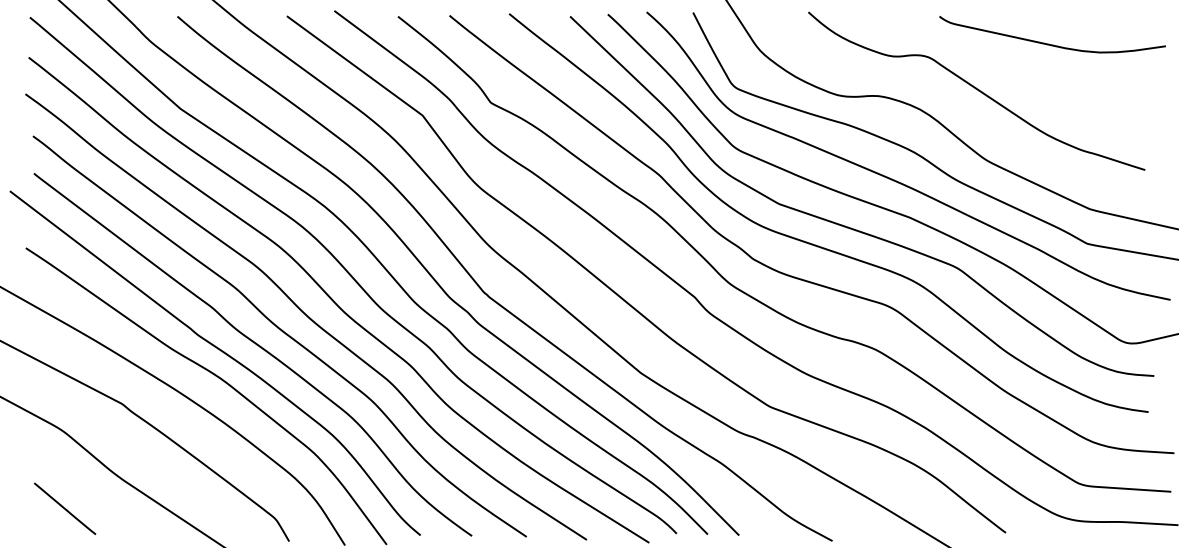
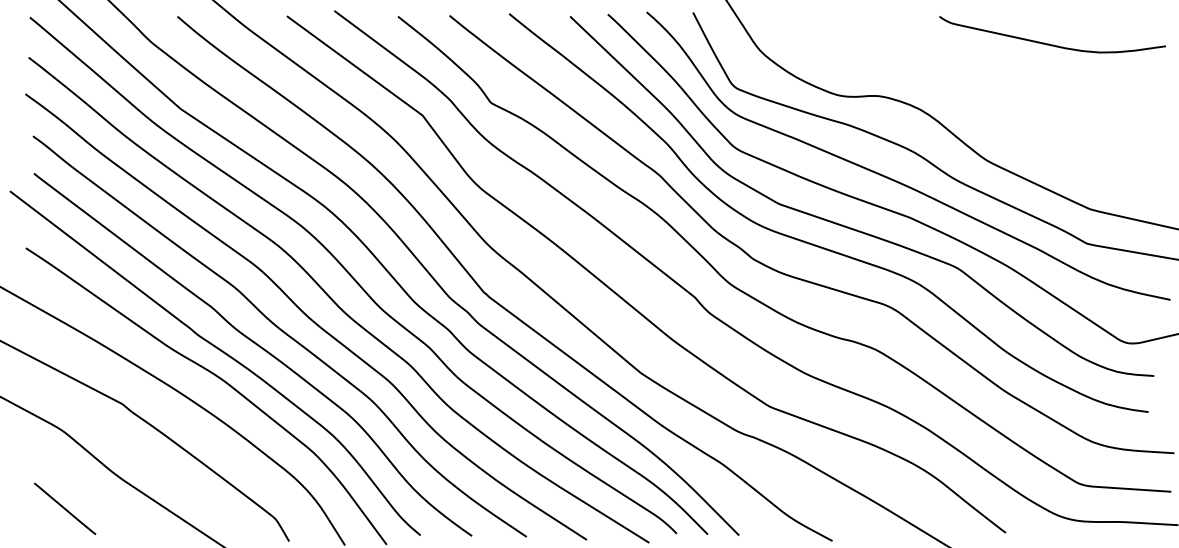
curve at (976, 89): present -> none
